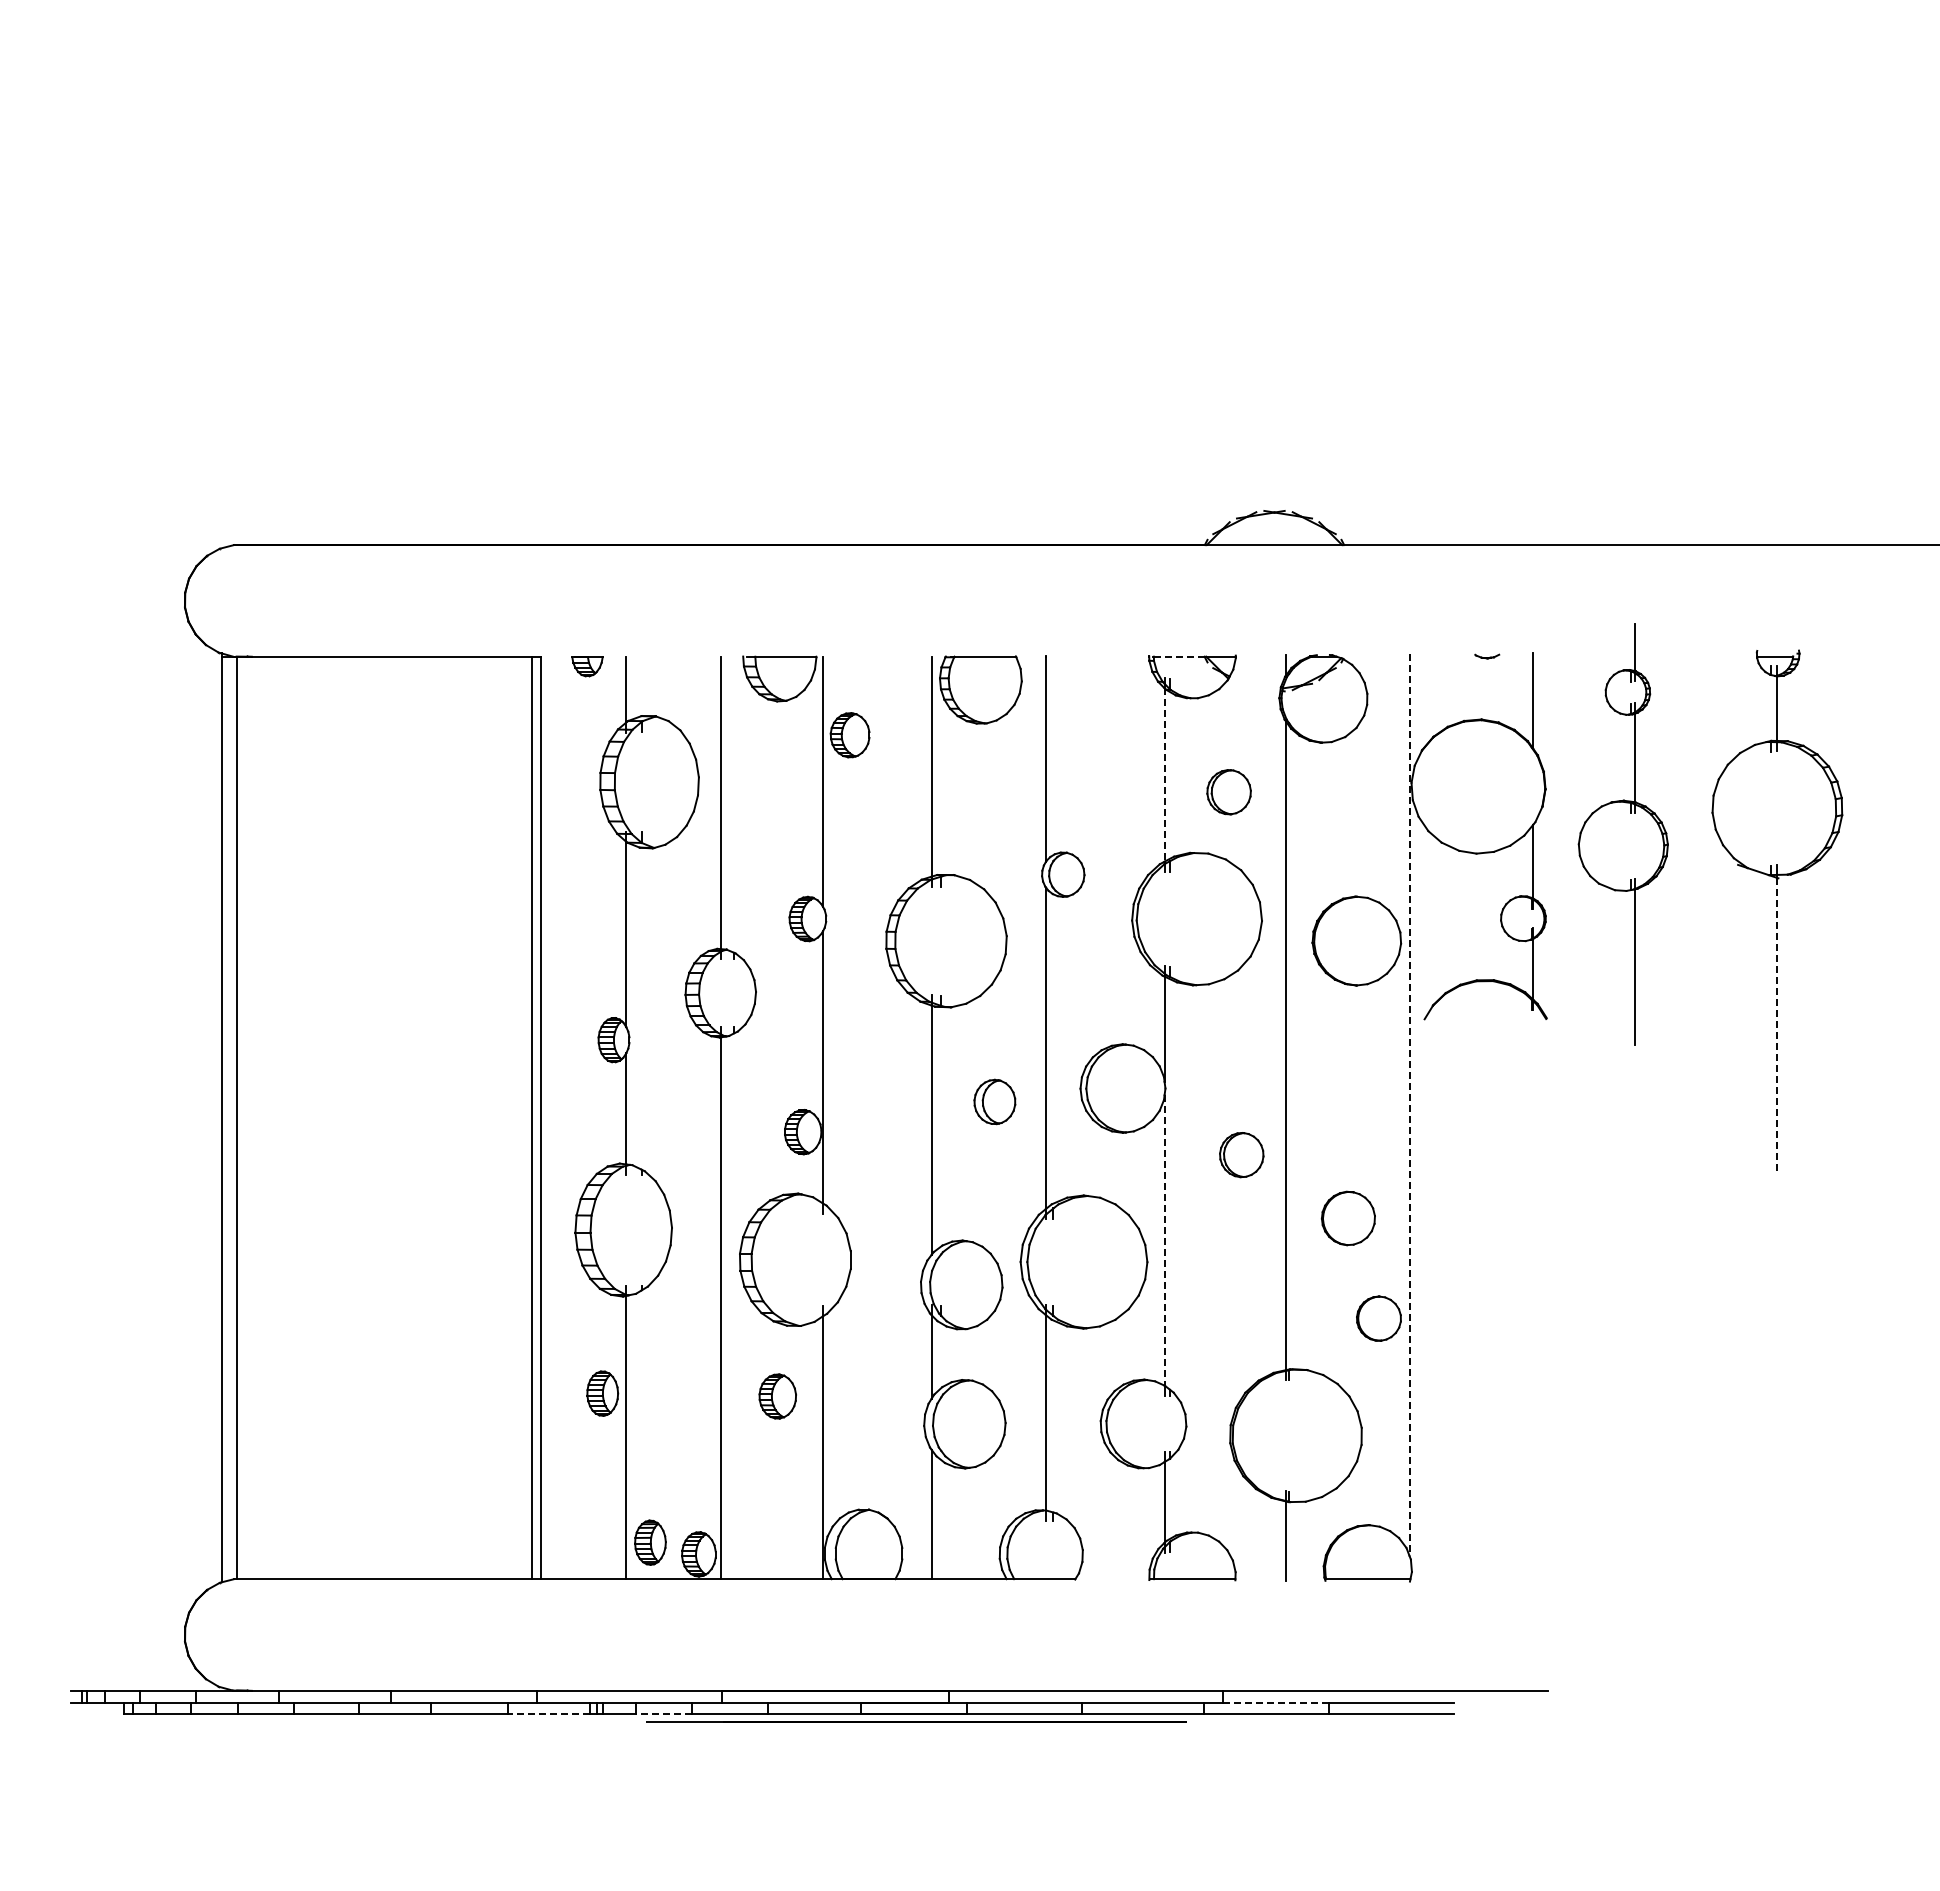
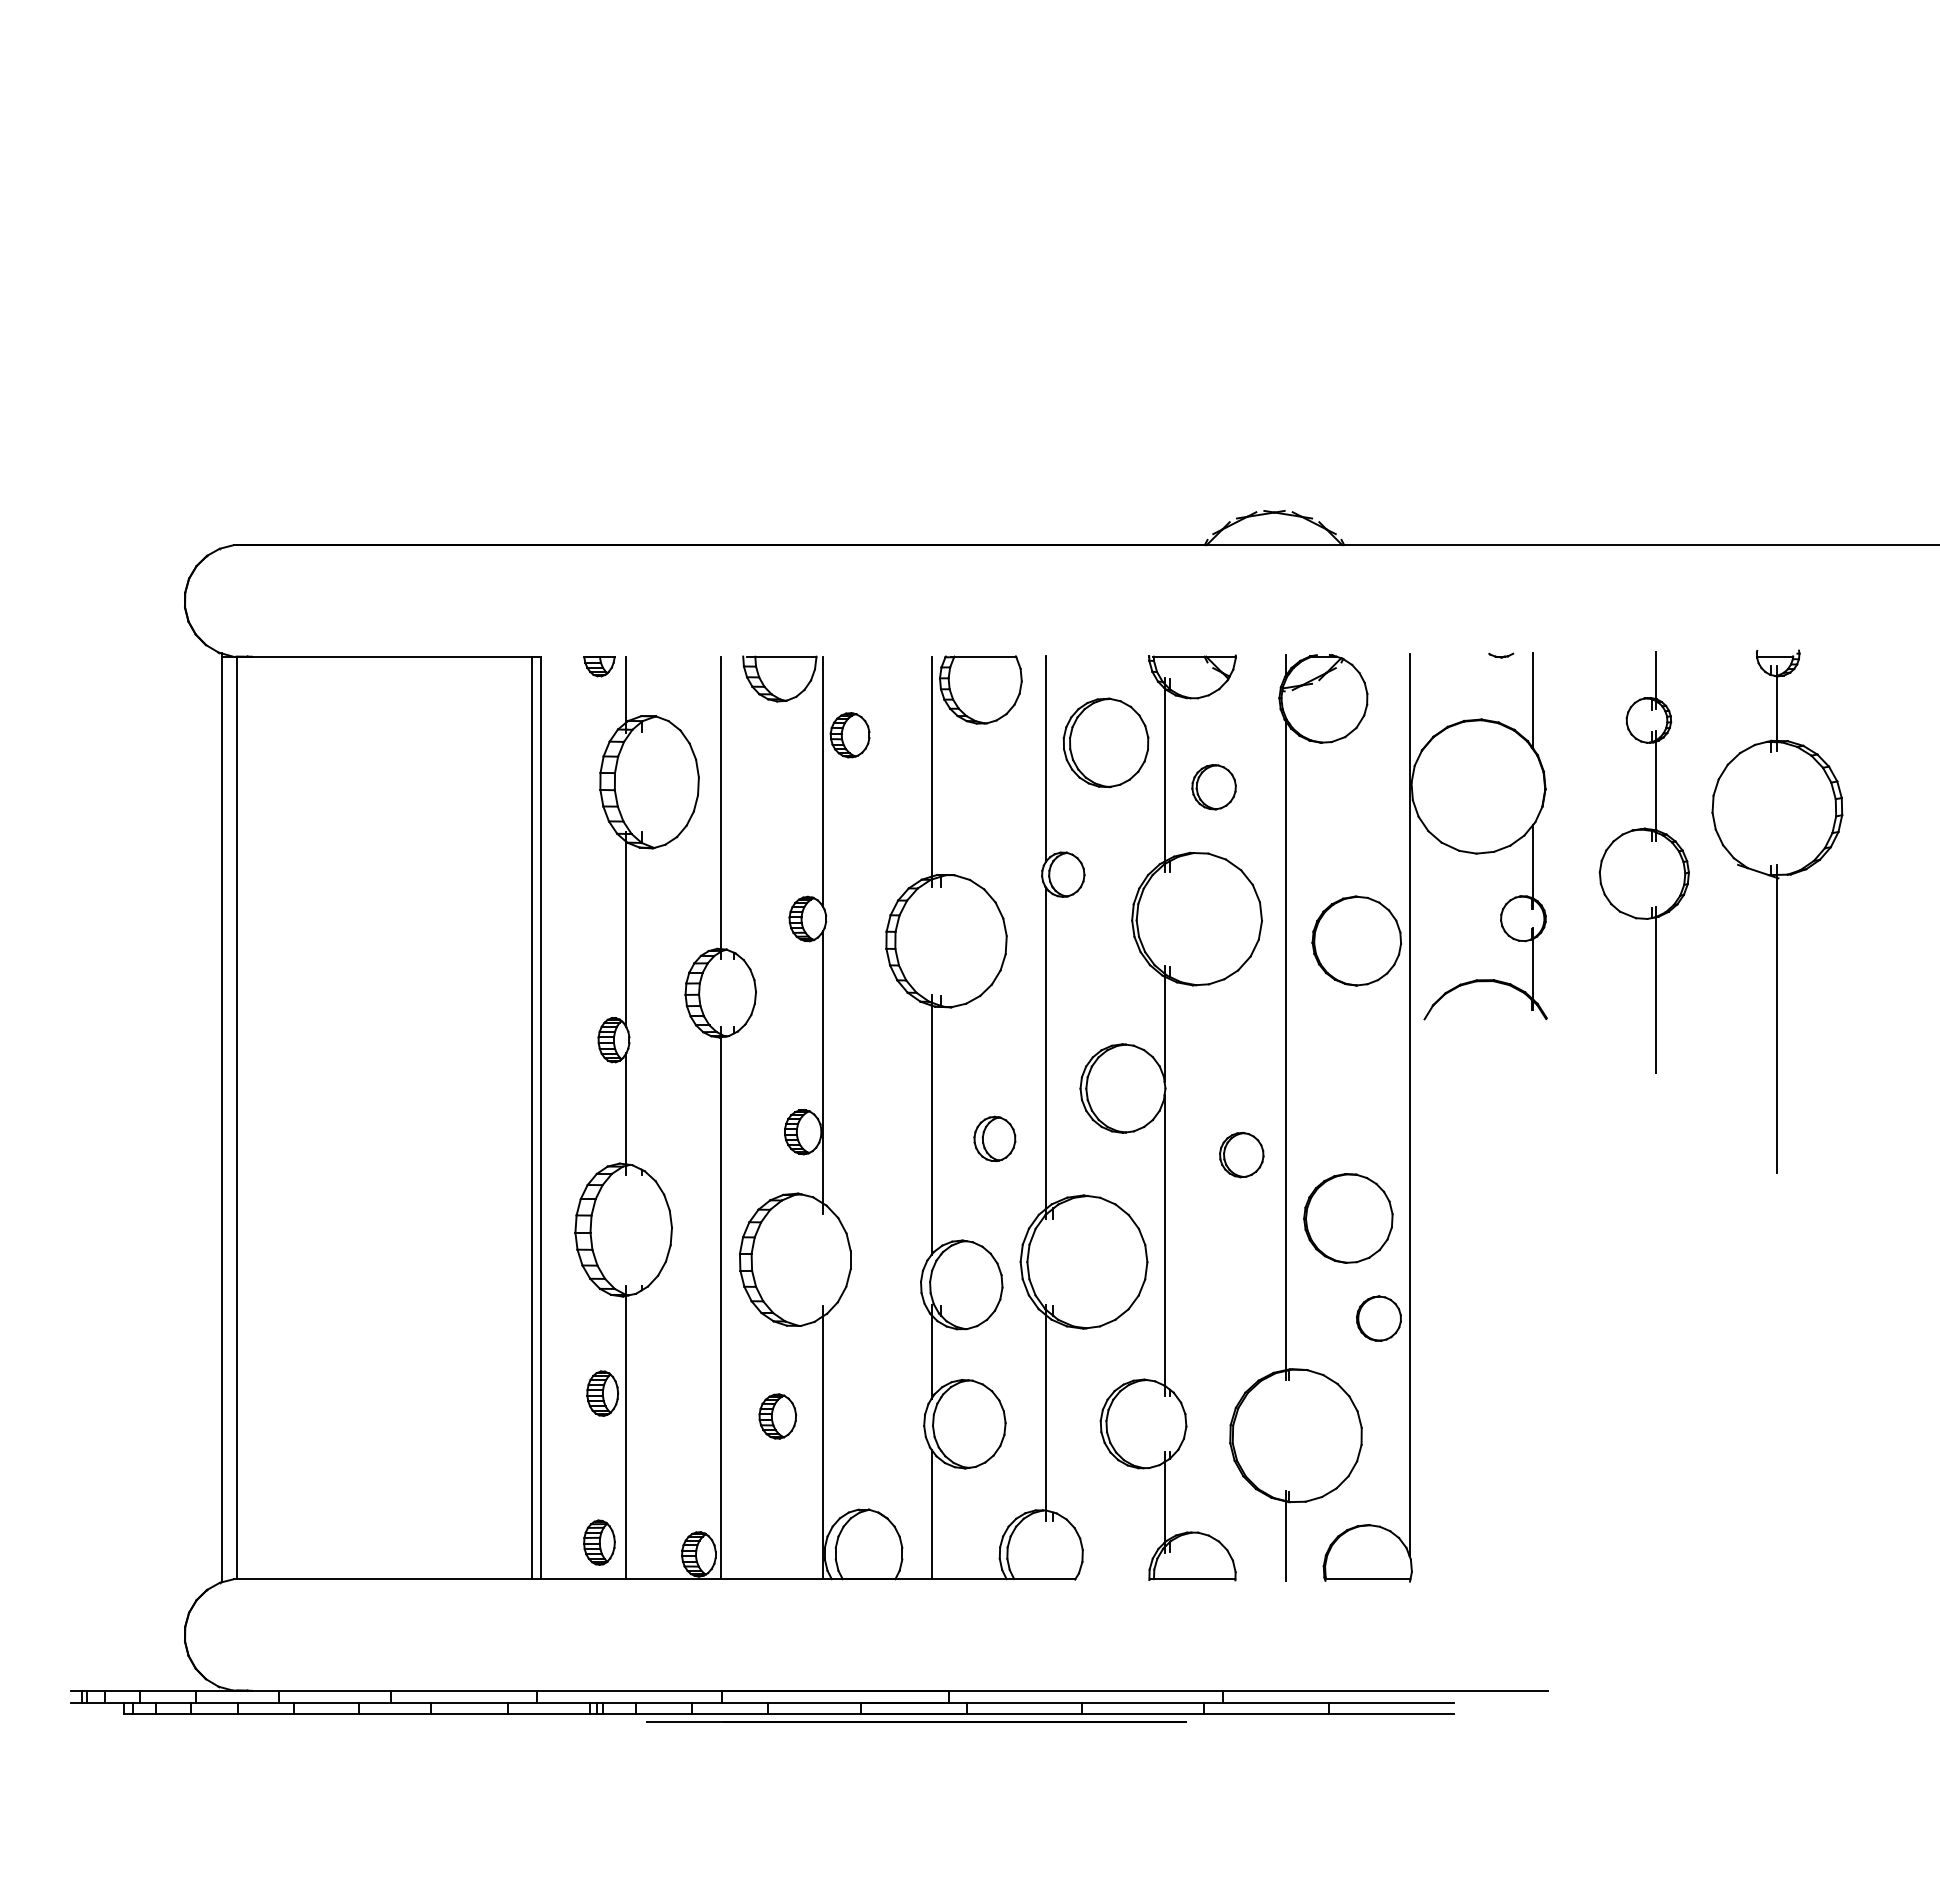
line at (1179, 656): dashed -> solid
part at (1487, 656) position: (1487, 656) -> (1501, 655)
part at (587, 666) position: (587, 666) -> (599, 666)
part at (1105, 742): none -> present
line at (1164, 774): dashed -> solid
part at (1228, 792) position: (1228, 792) -> (1213, 787)
part at (1622, 834) position: (1622, 834) -> (1643, 862)
line at (1776, 1025): dashed -> solid
part at (994, 1101) position: (994, 1101) -> (994, 1138)
line at (1409, 1105): dashed -> solid
part at (1347, 1218) size: 56x57 px -> 91x91 px
line at (1164, 1240): dashed -> solid
part at (777, 1396) position: (777, 1396) -> (777, 1416)
part at (650, 1542) position: (650, 1542) -> (599, 1542)
line at (1276, 1702): dashed -> solid
line at (549, 1714): dashed -> solid
line at (663, 1714): dashed -> solid
